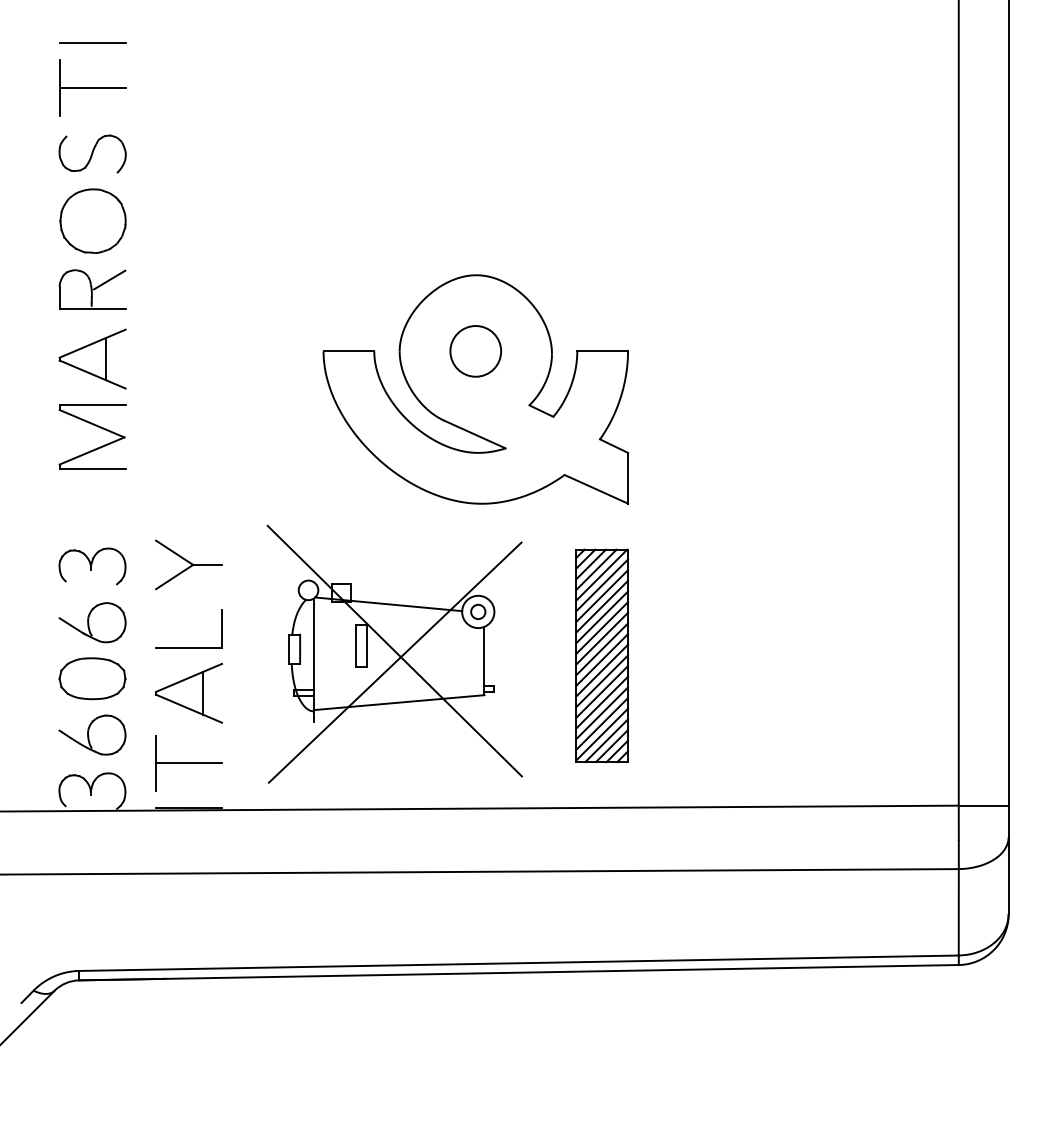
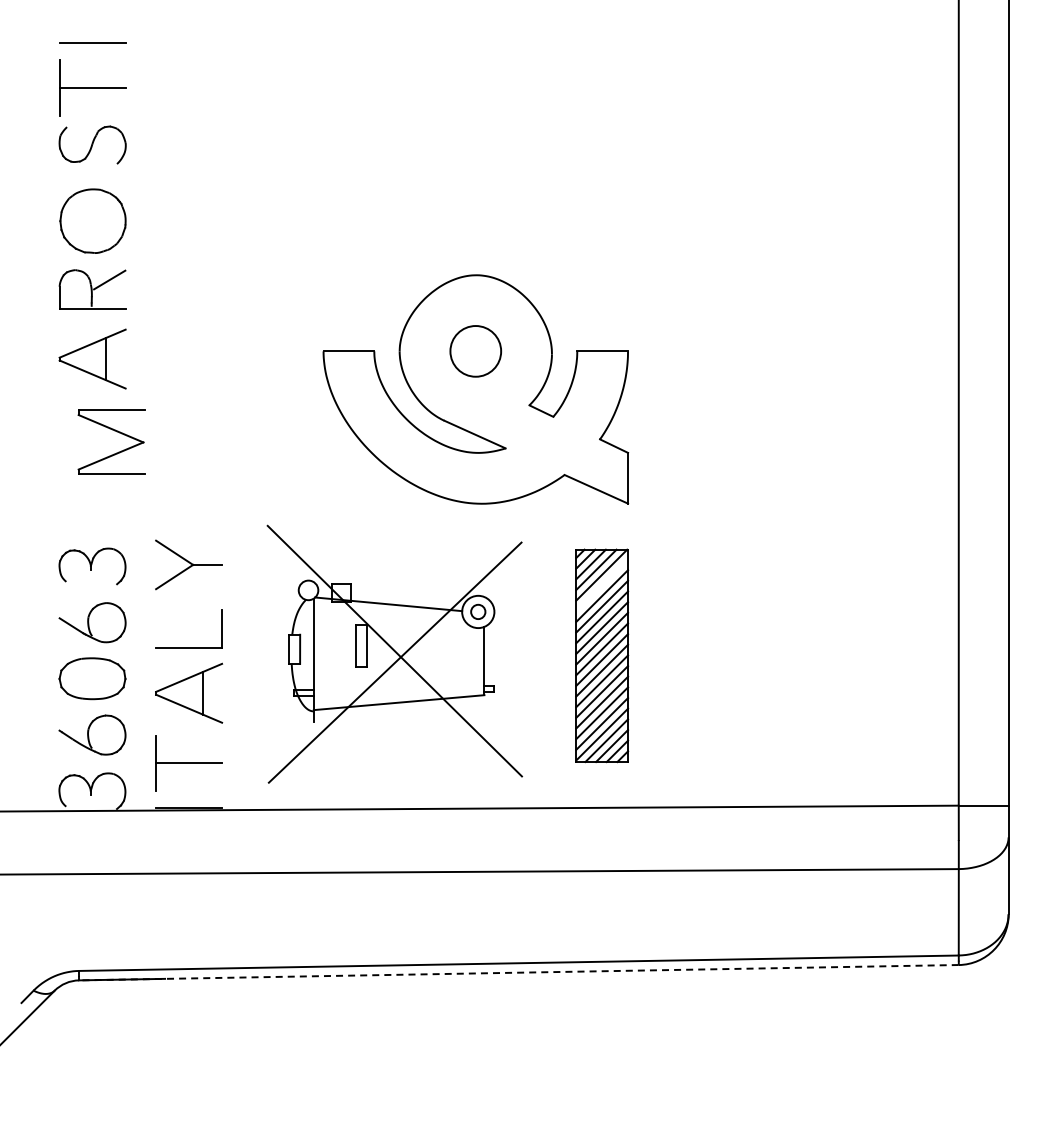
part at (92, 153) position: (92, 153) -> (92, 144)
part at (95, 426) position: (95, 426) -> (114, 431)
line at (602, 585): present -> none
line at (518, 972): solid -> dashed
